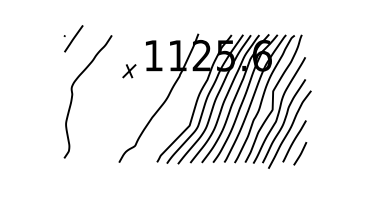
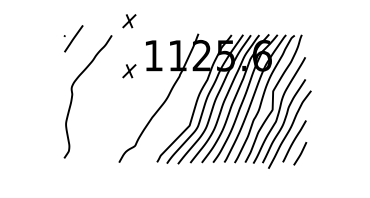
part at (129, 21): none -> present
